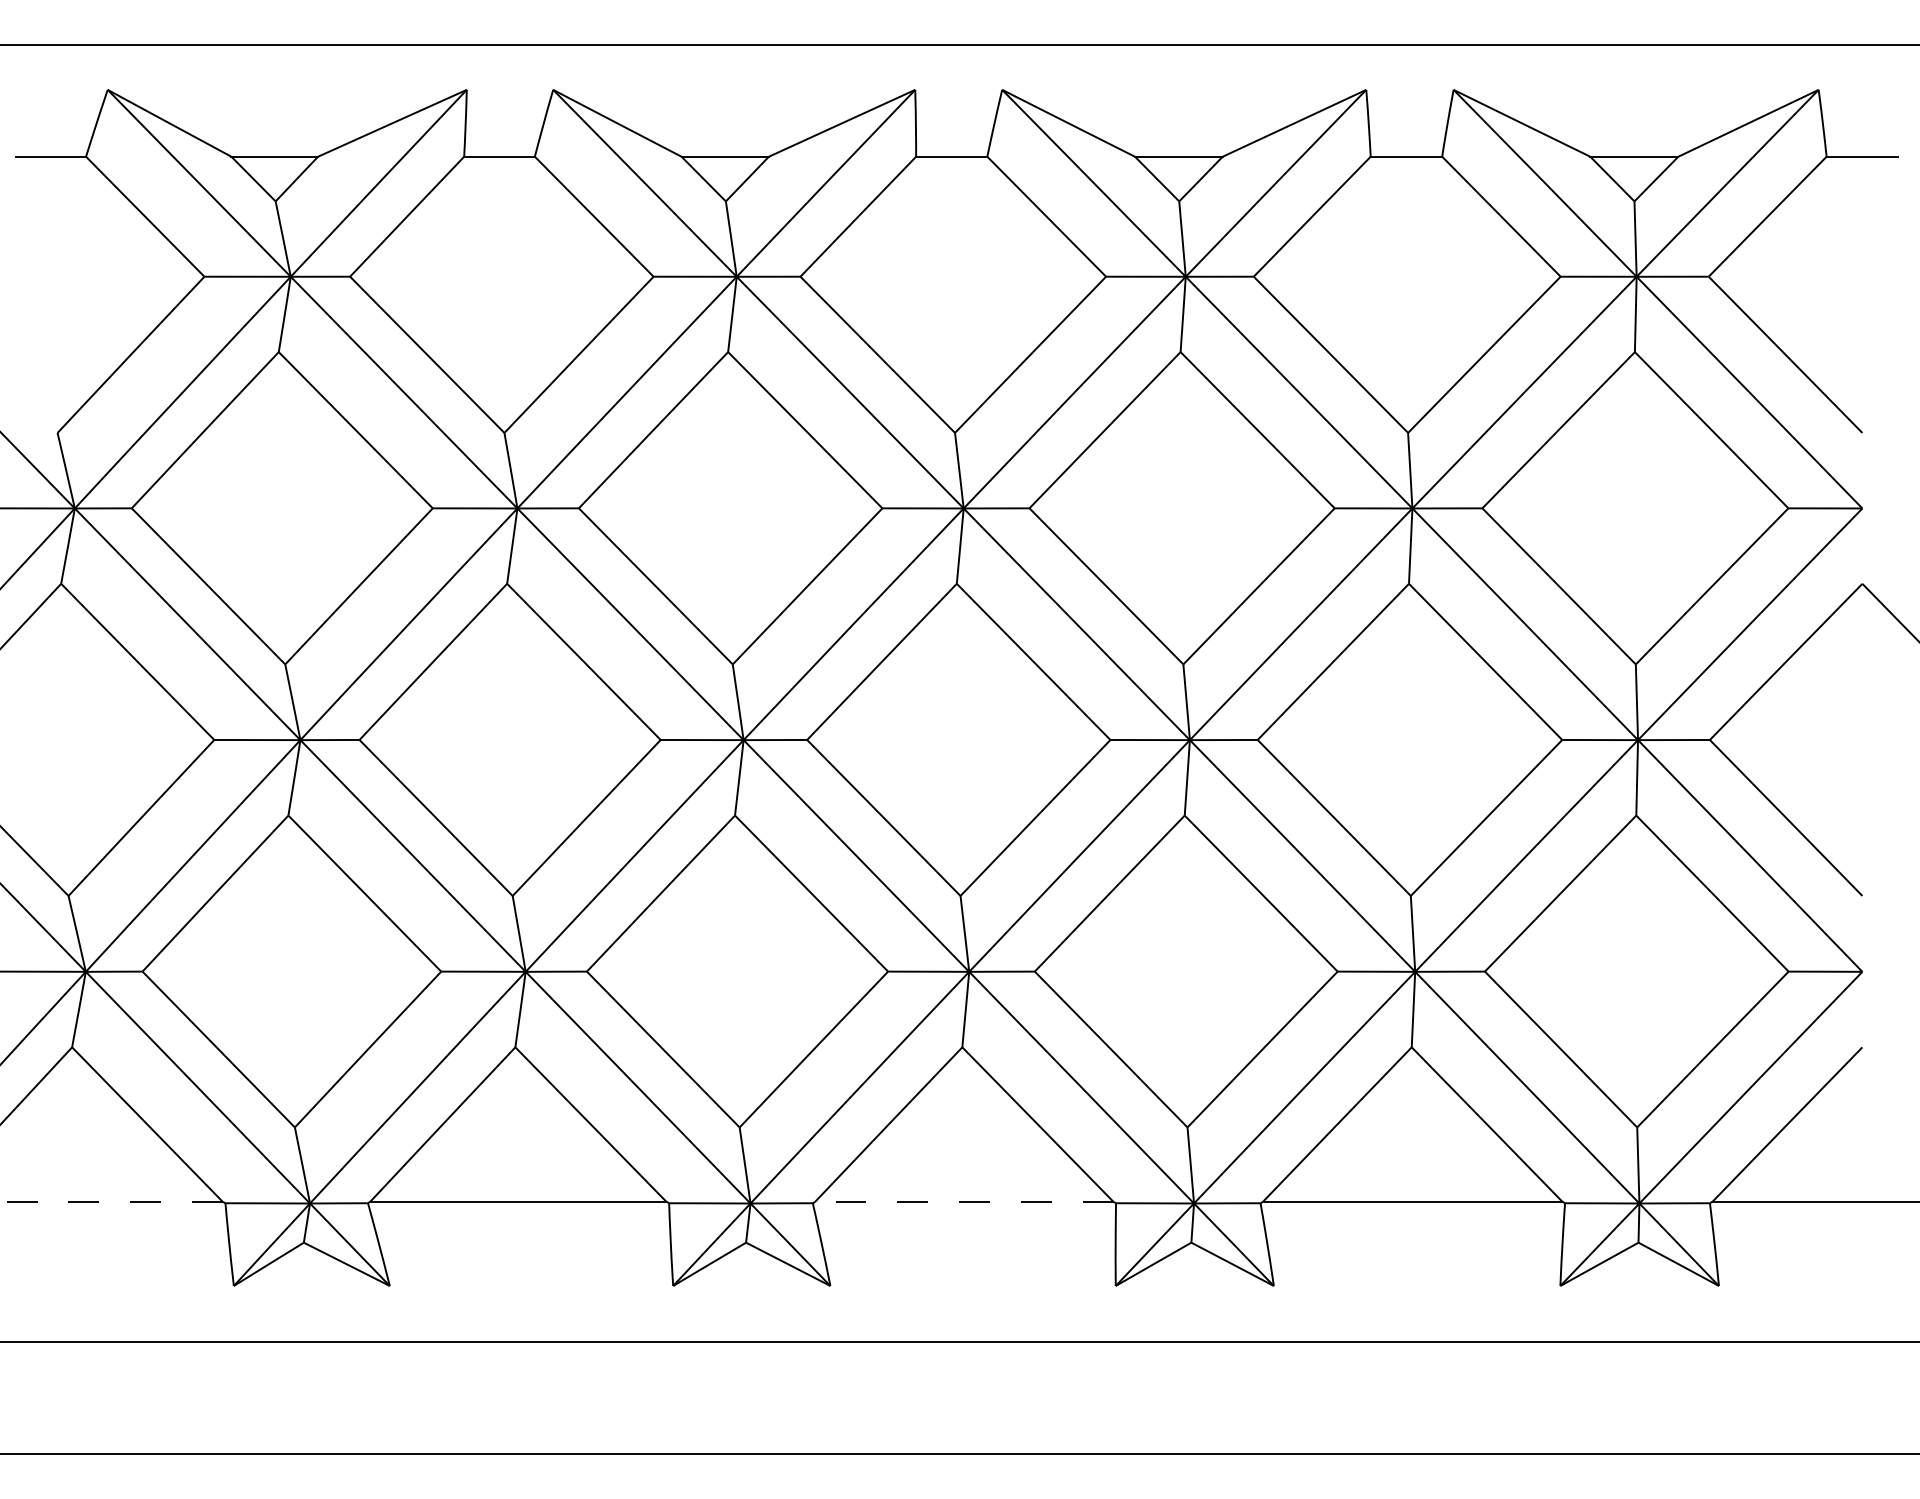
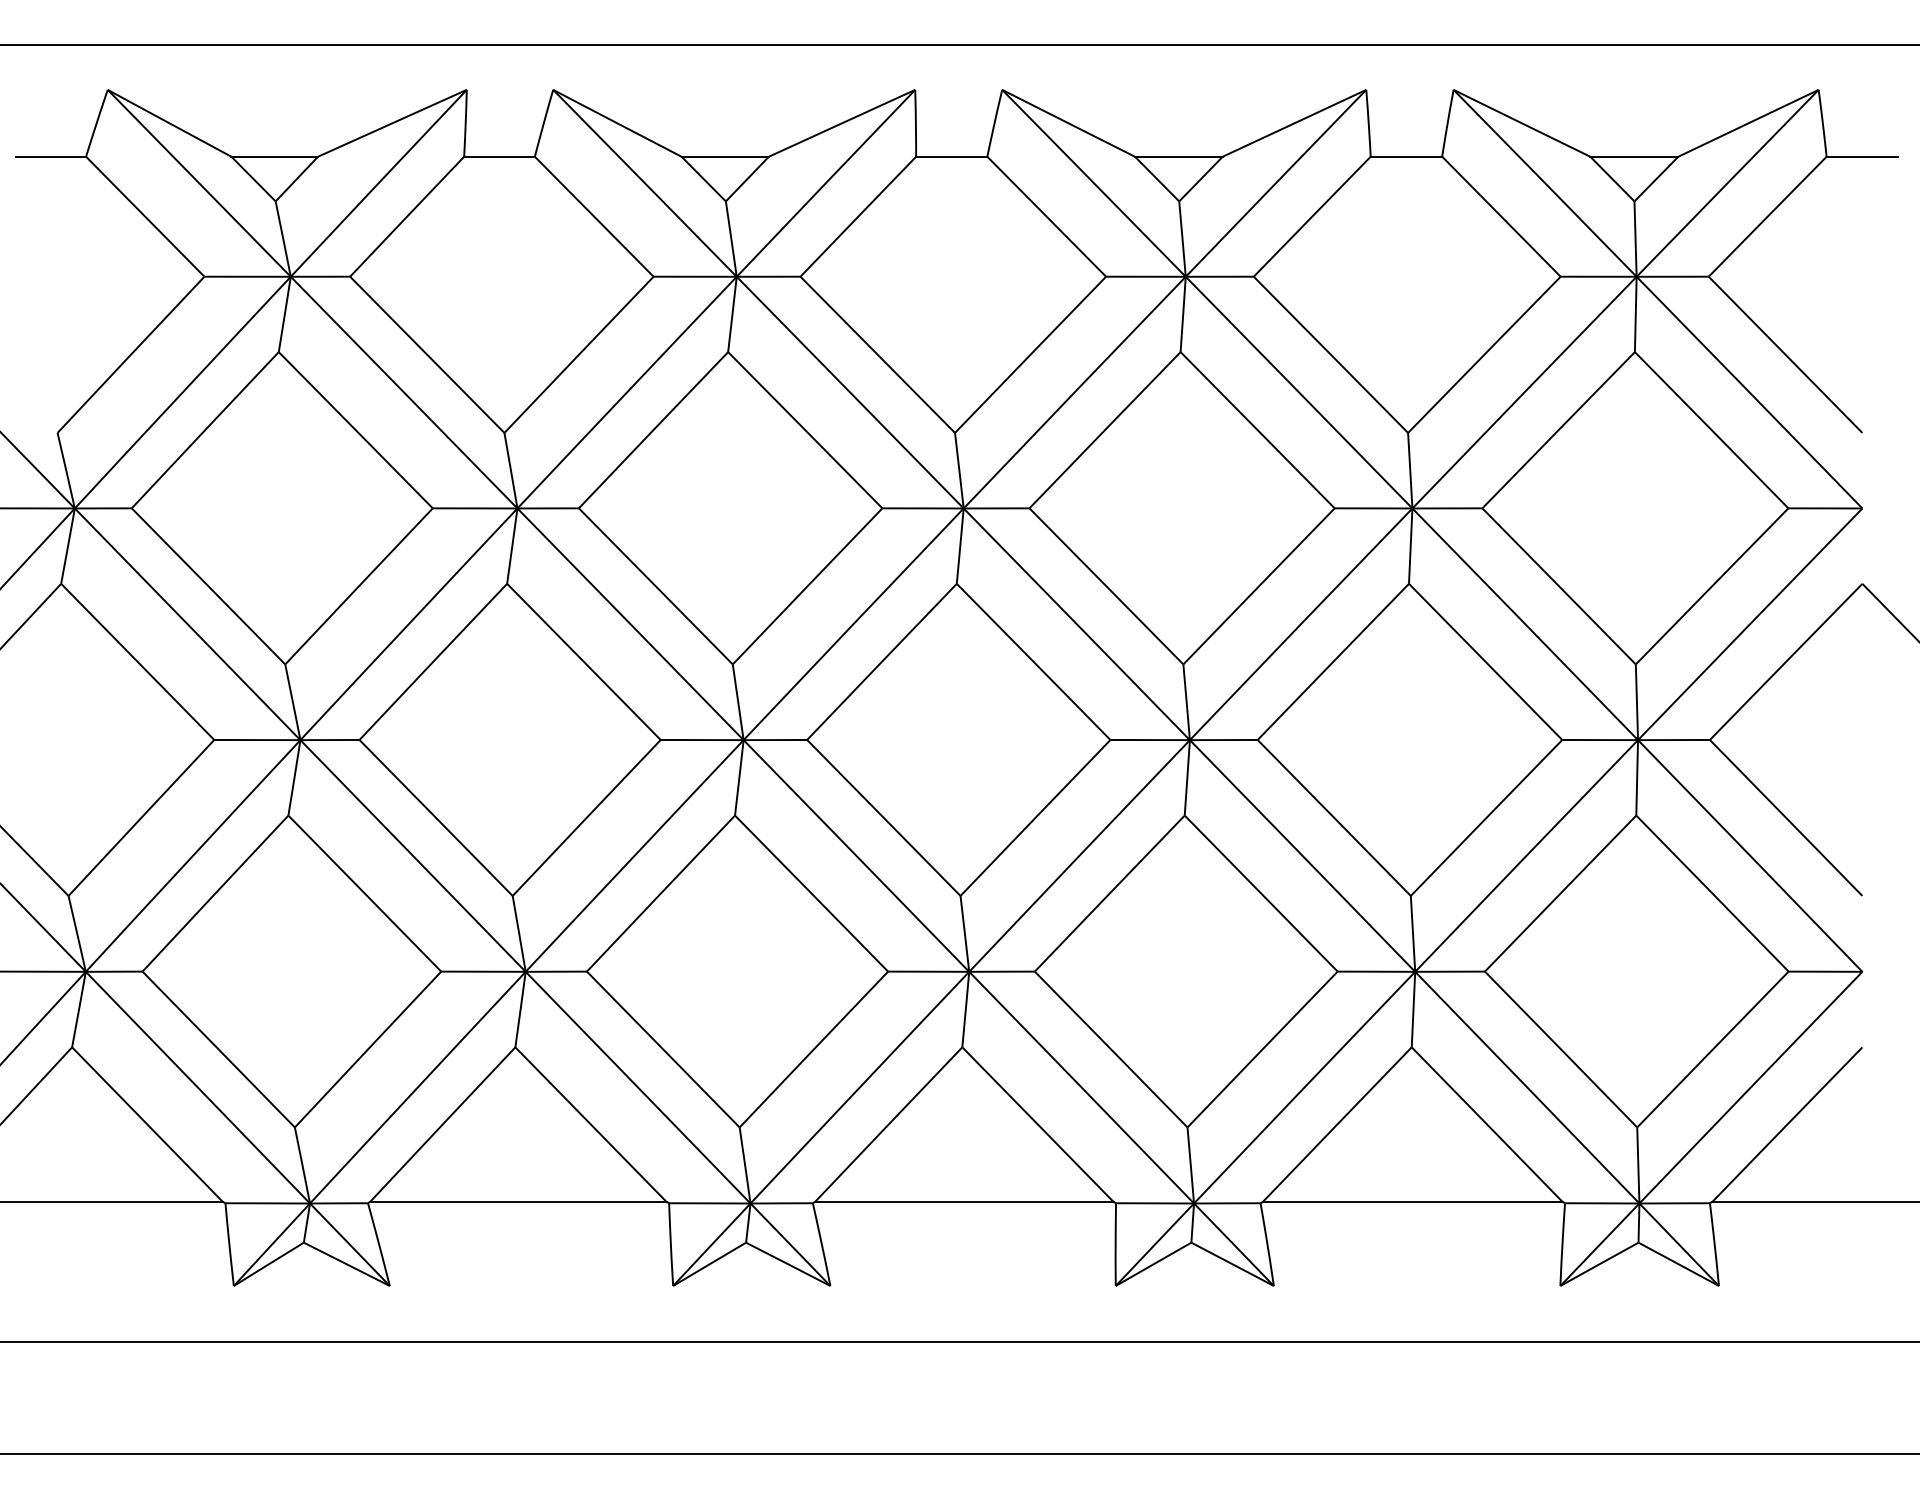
line at (111, 1201): dashed -> solid
line at (963, 1201): dashed -> solid
